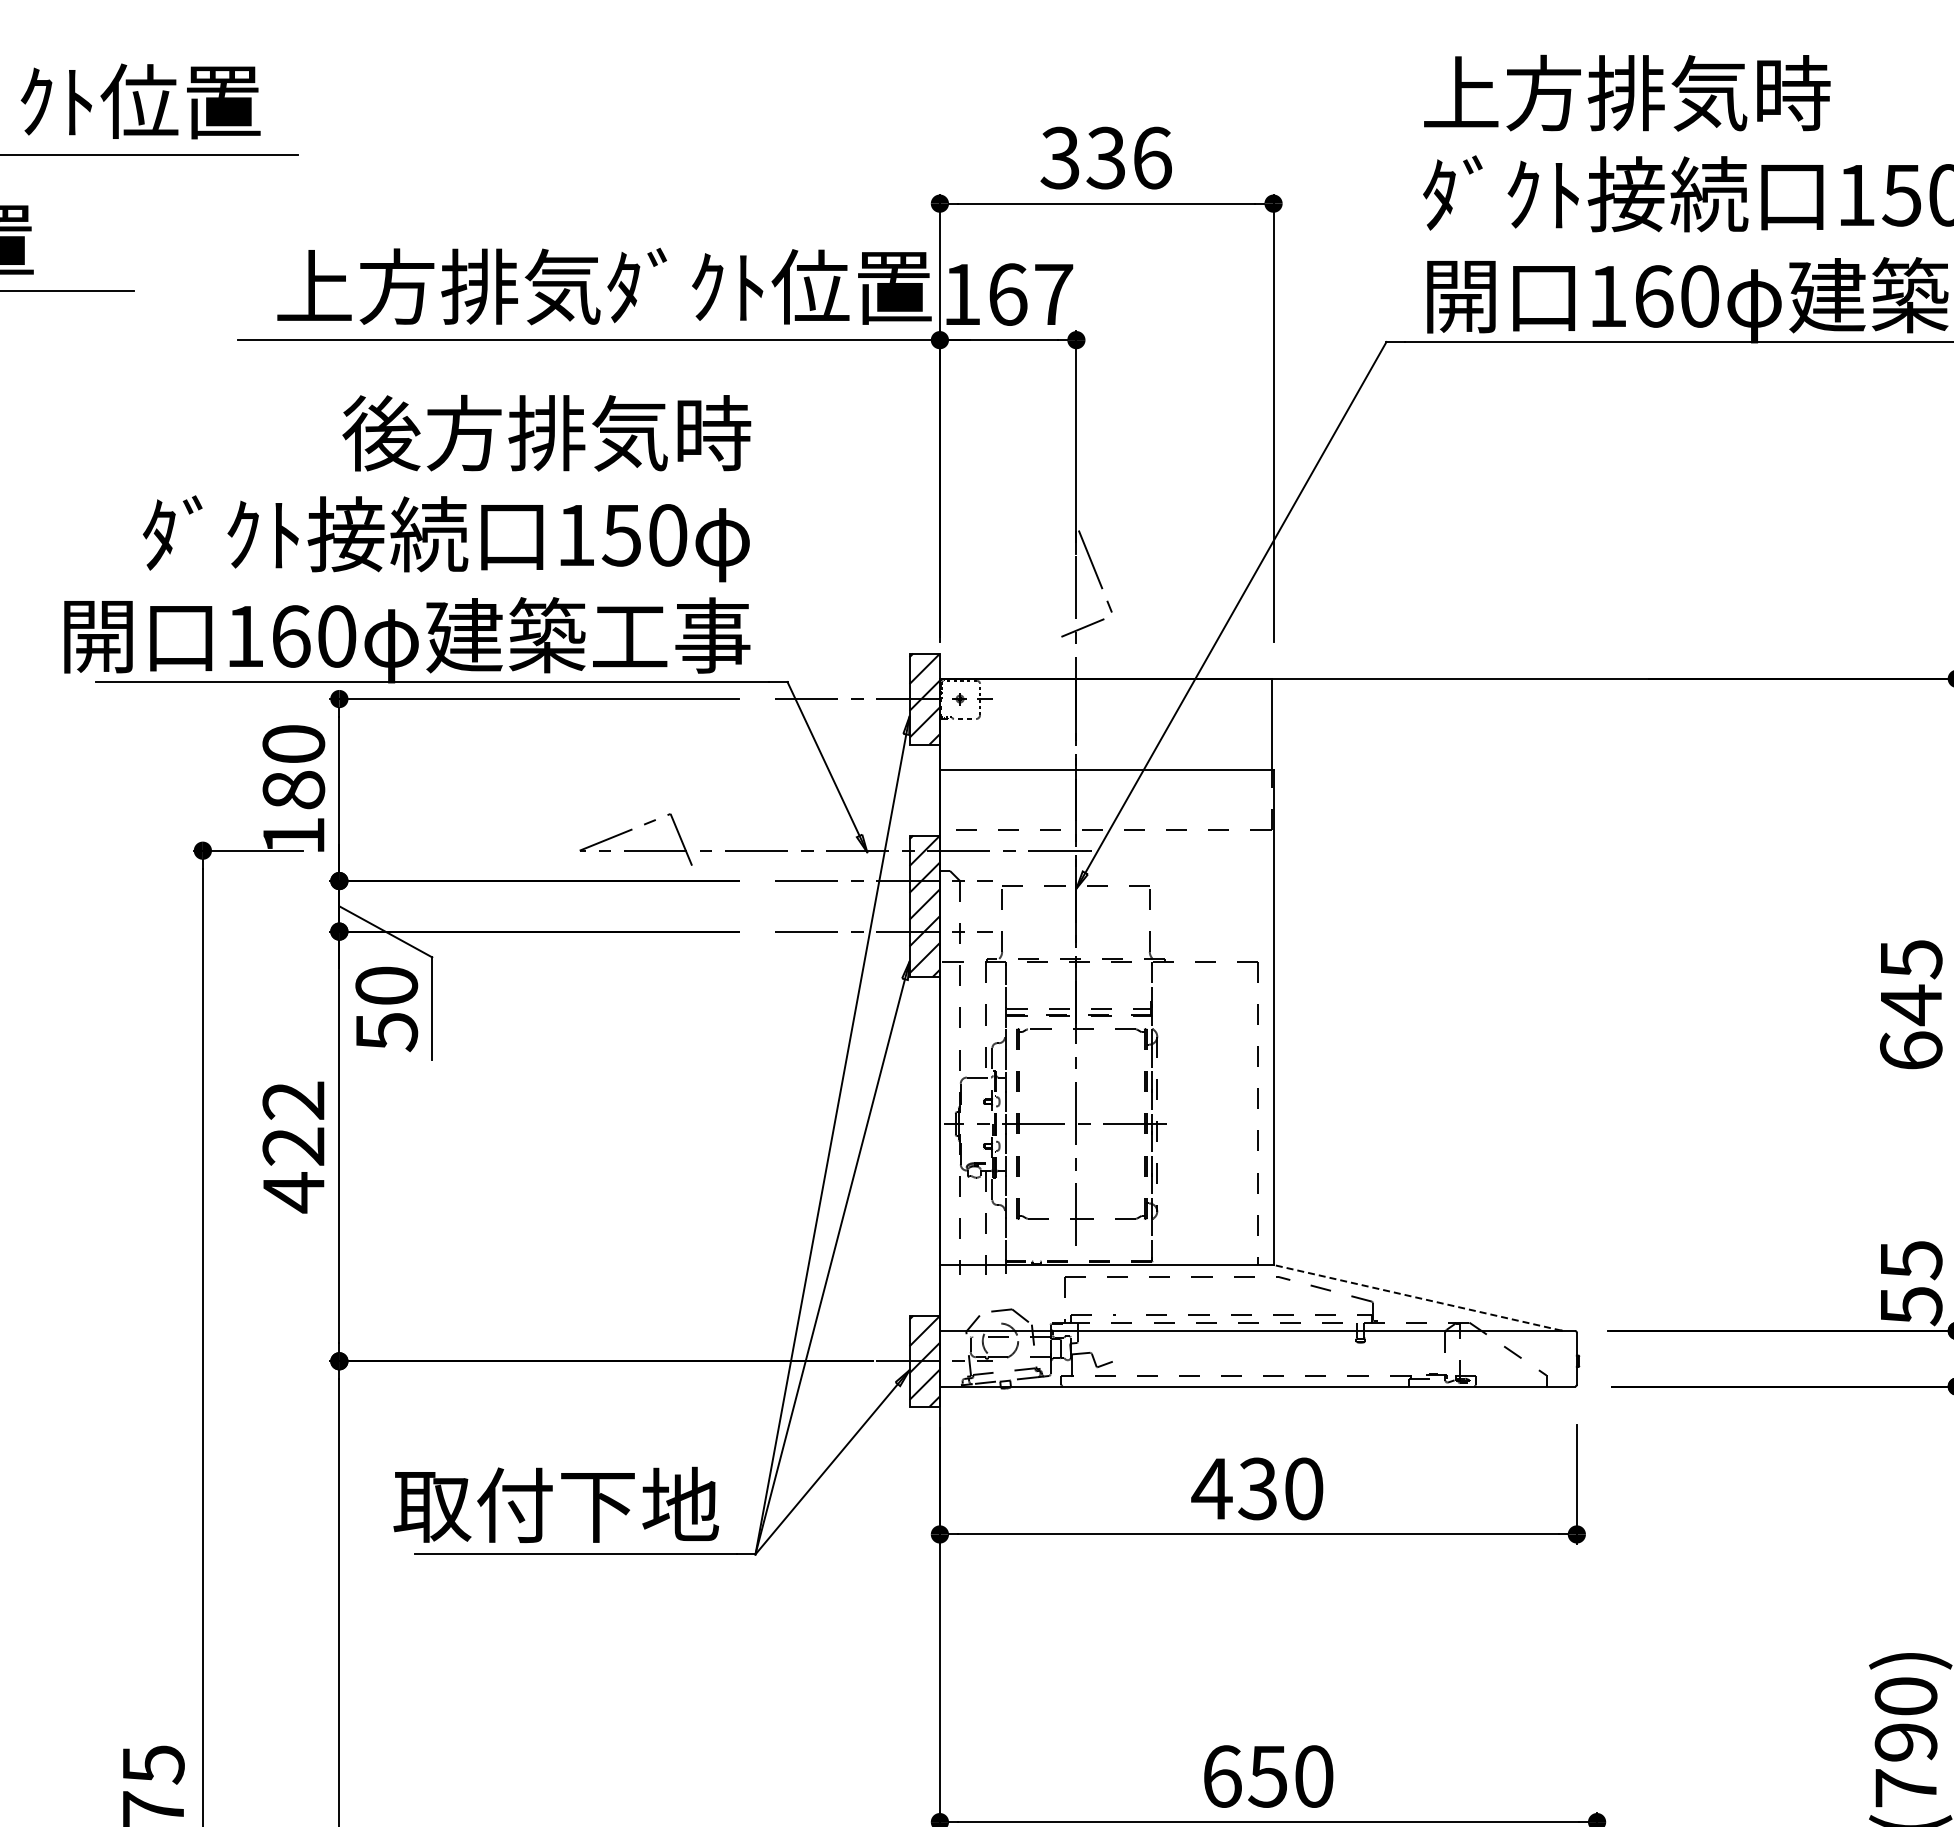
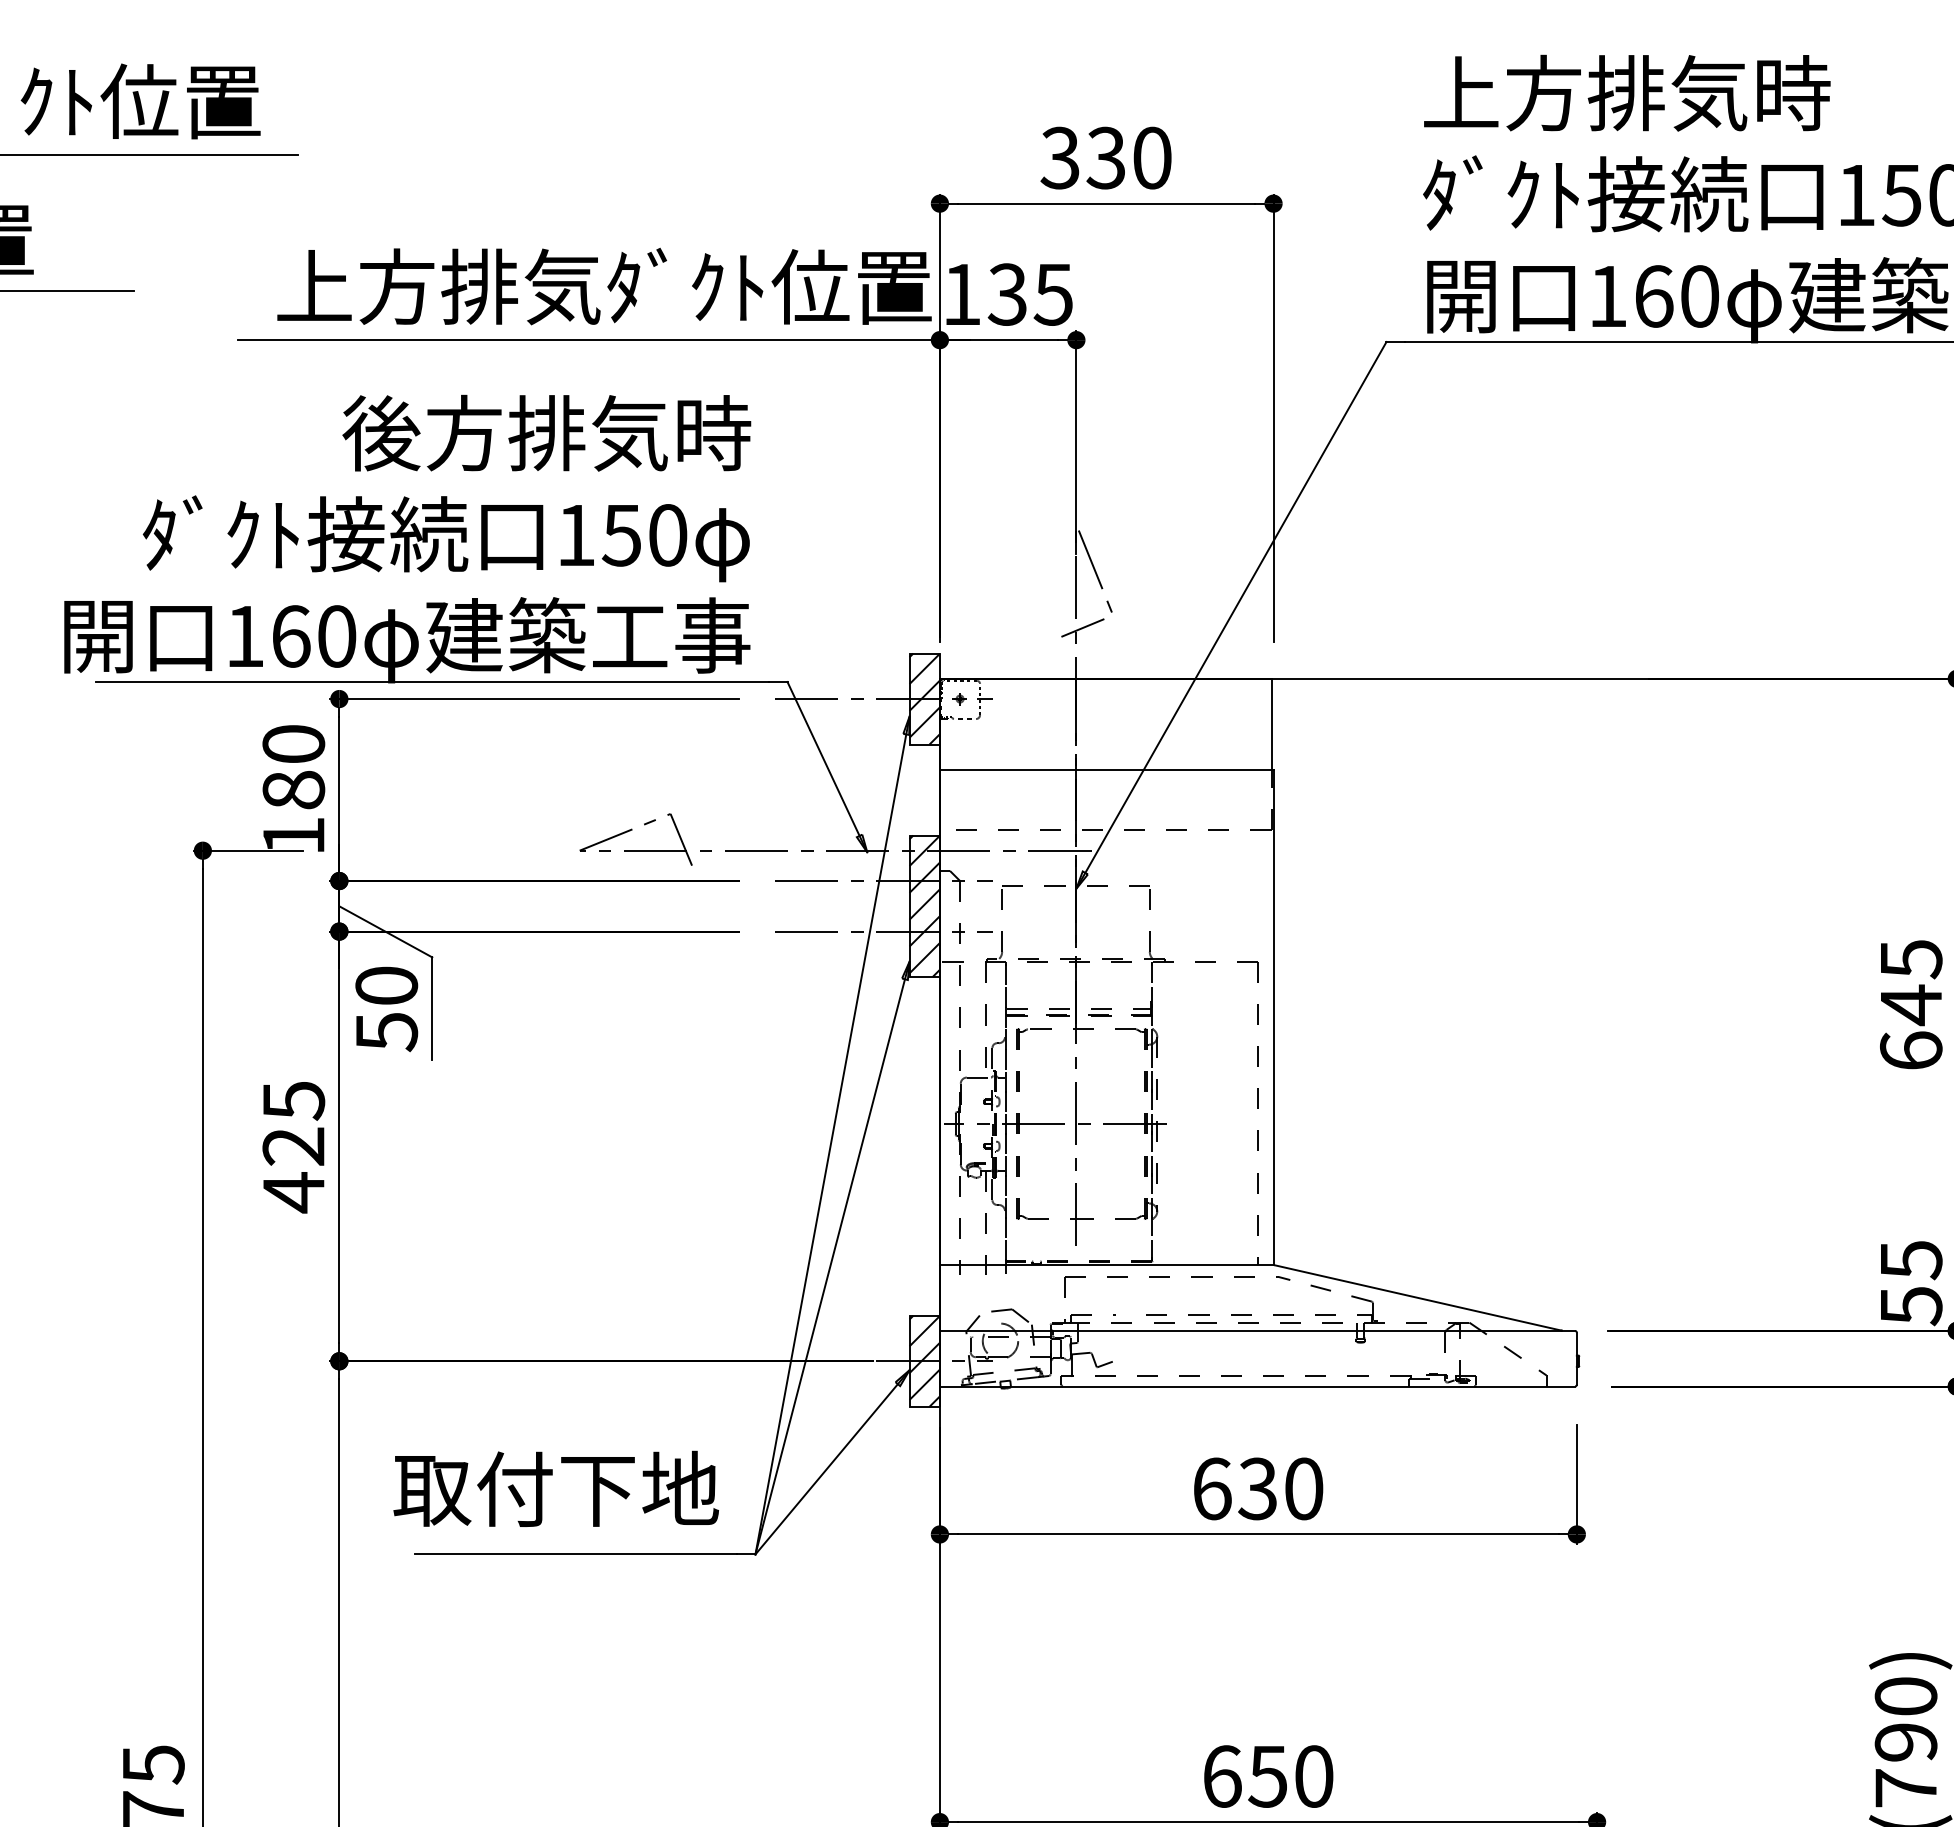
text at (1152, 157): 336 -> 330
text at (1030, 294): 167 -> 135
text at (293, 1100): 422 -> 425
line at (1417, 1297): dashed -> solid
text at (1211, 1488): 430 -> 630
text at (555, 1504) position: (555, 1504) -> (555, 1488)
